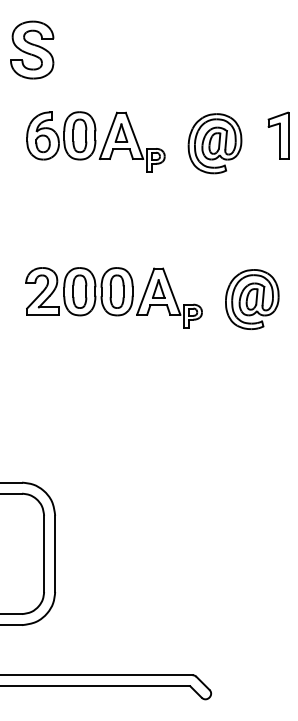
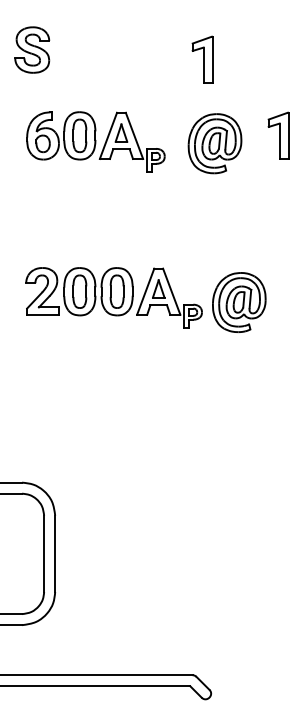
part at (32, 49) size: 45x60 px -> 37x48 px
part at (202, 59): none -> present
part at (252, 299) position: (252, 299) -> (239, 302)
